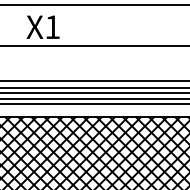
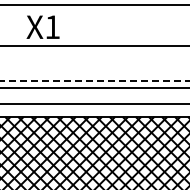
line at (95, 80): solid -> dashed
line at (94, 93): present -> none
line at (94, 98): present -> none
